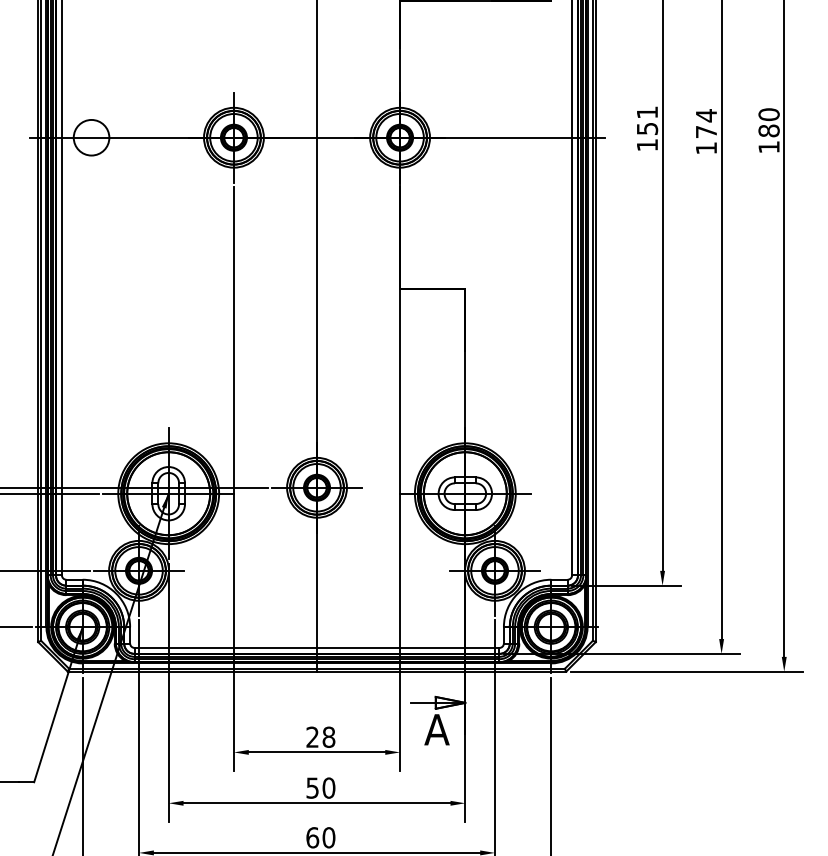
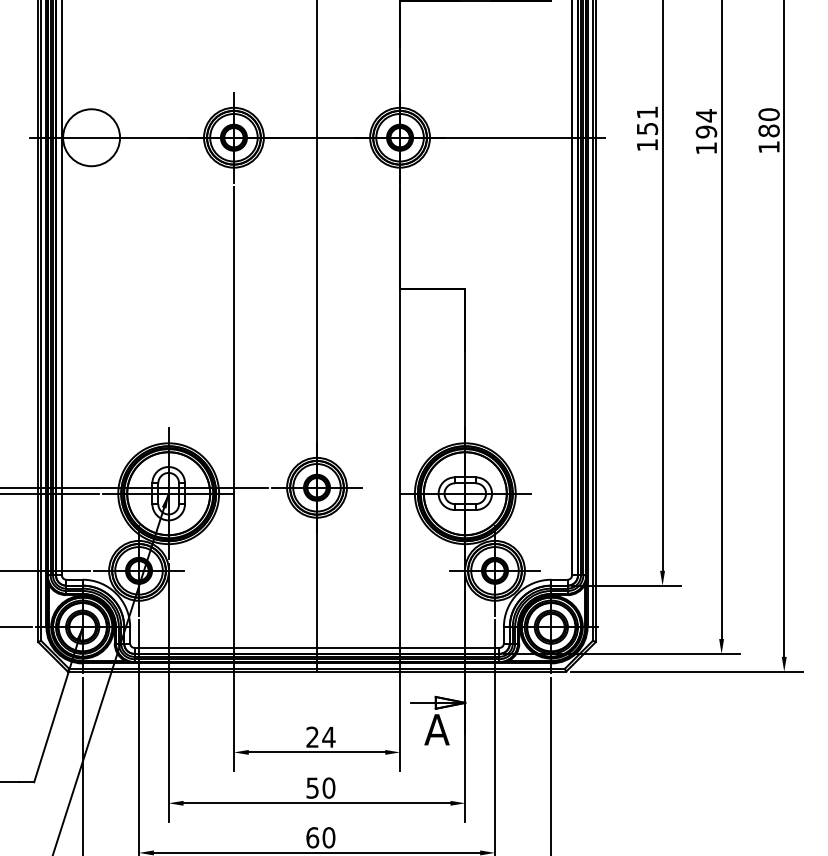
text at (706, 131): 174 -> 194
circle at (91, 137) diameter: 36 px -> 57 px
text at (328, 736): 28 -> 24
